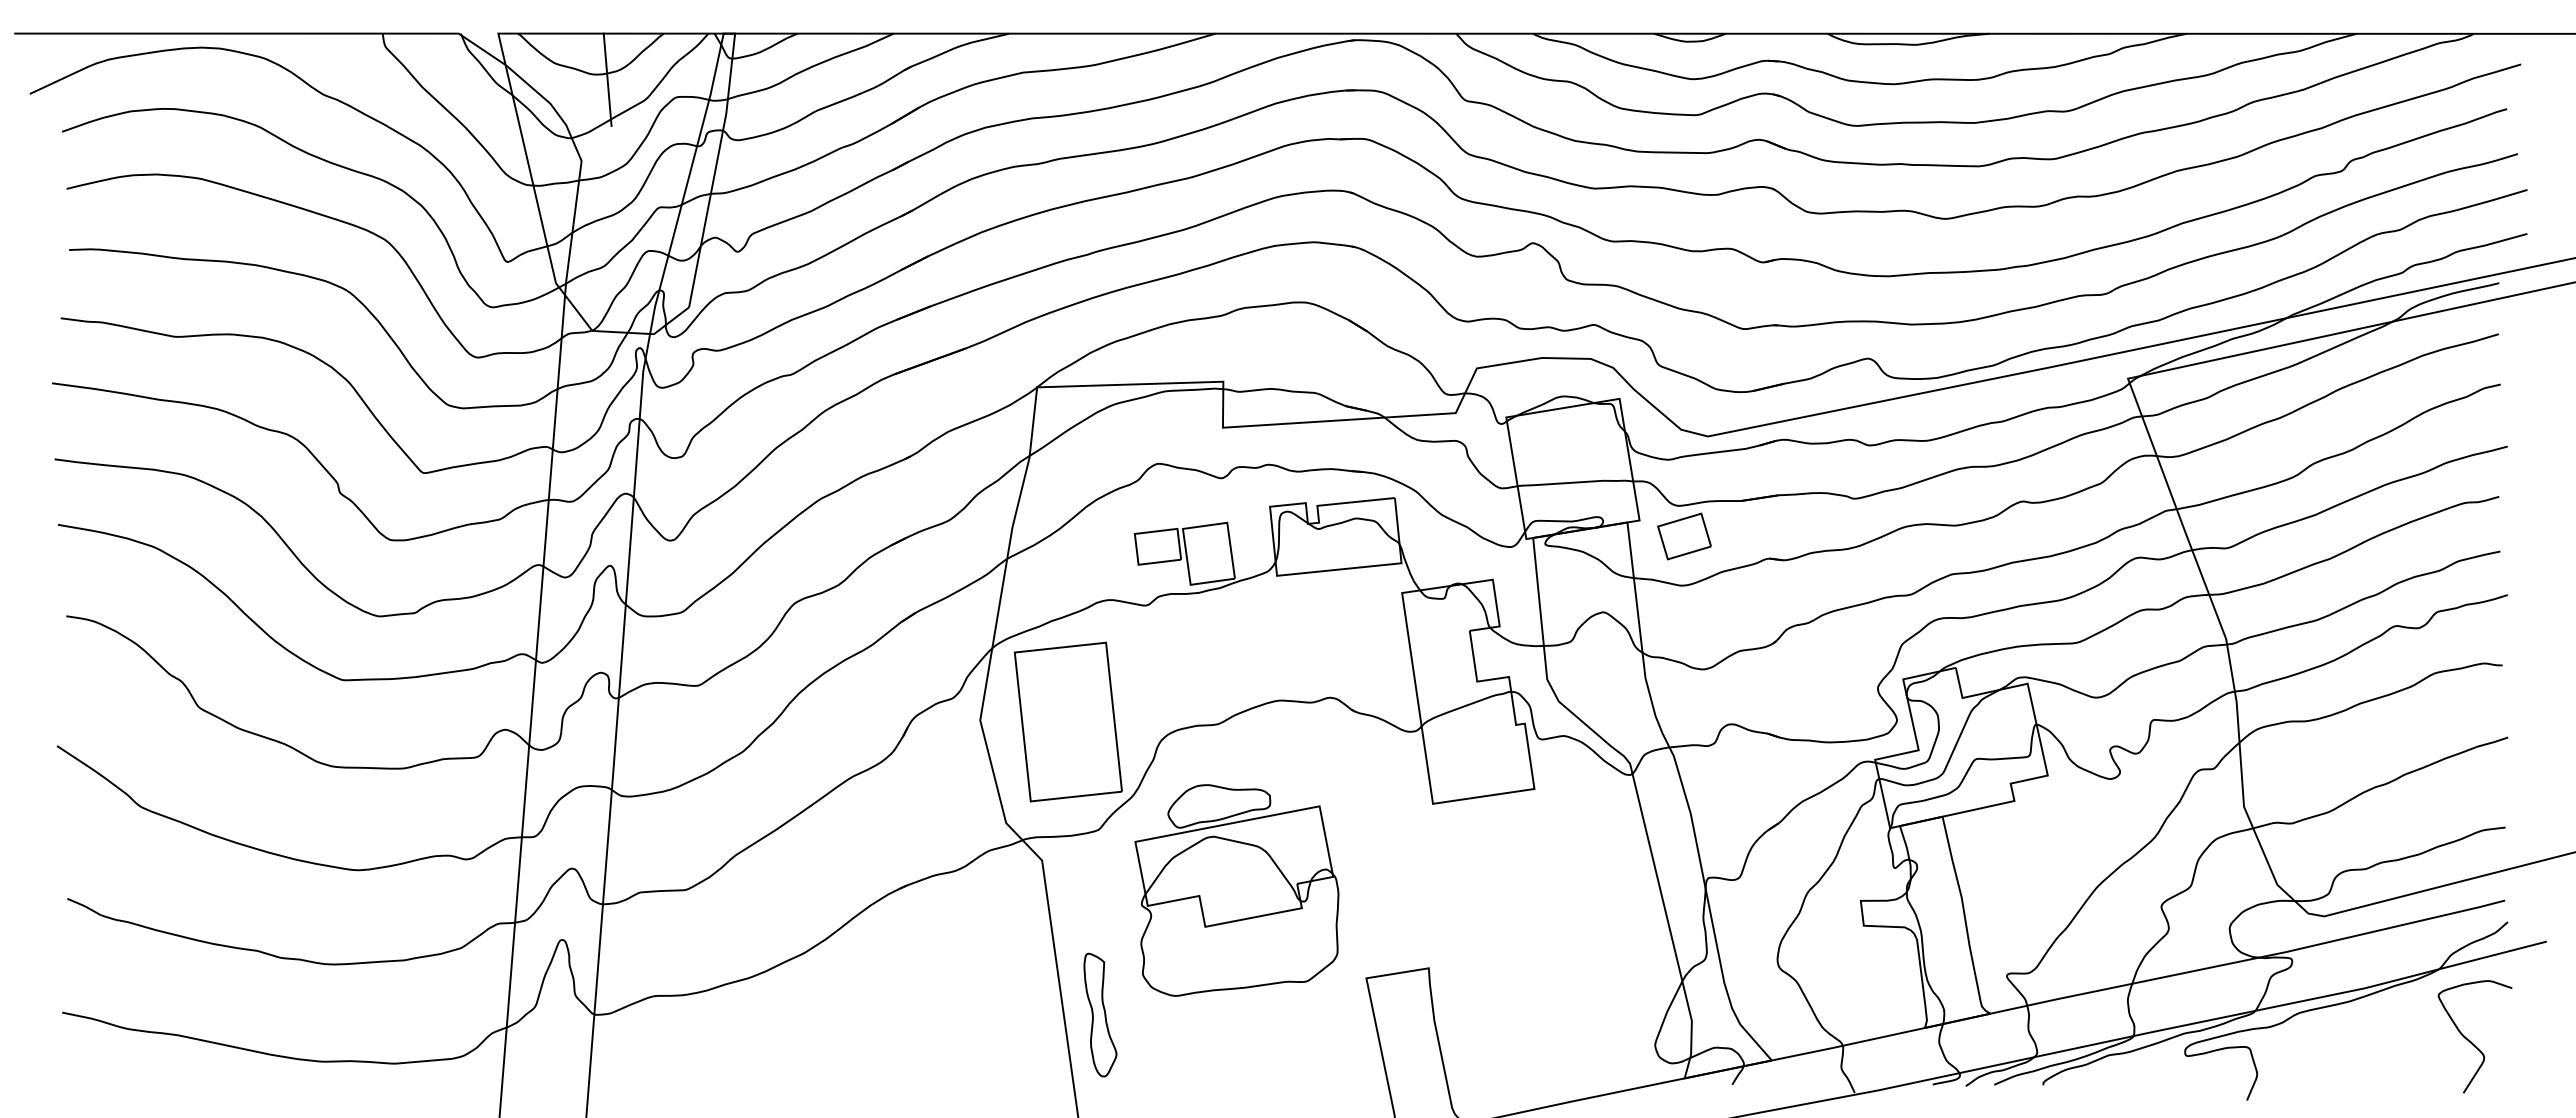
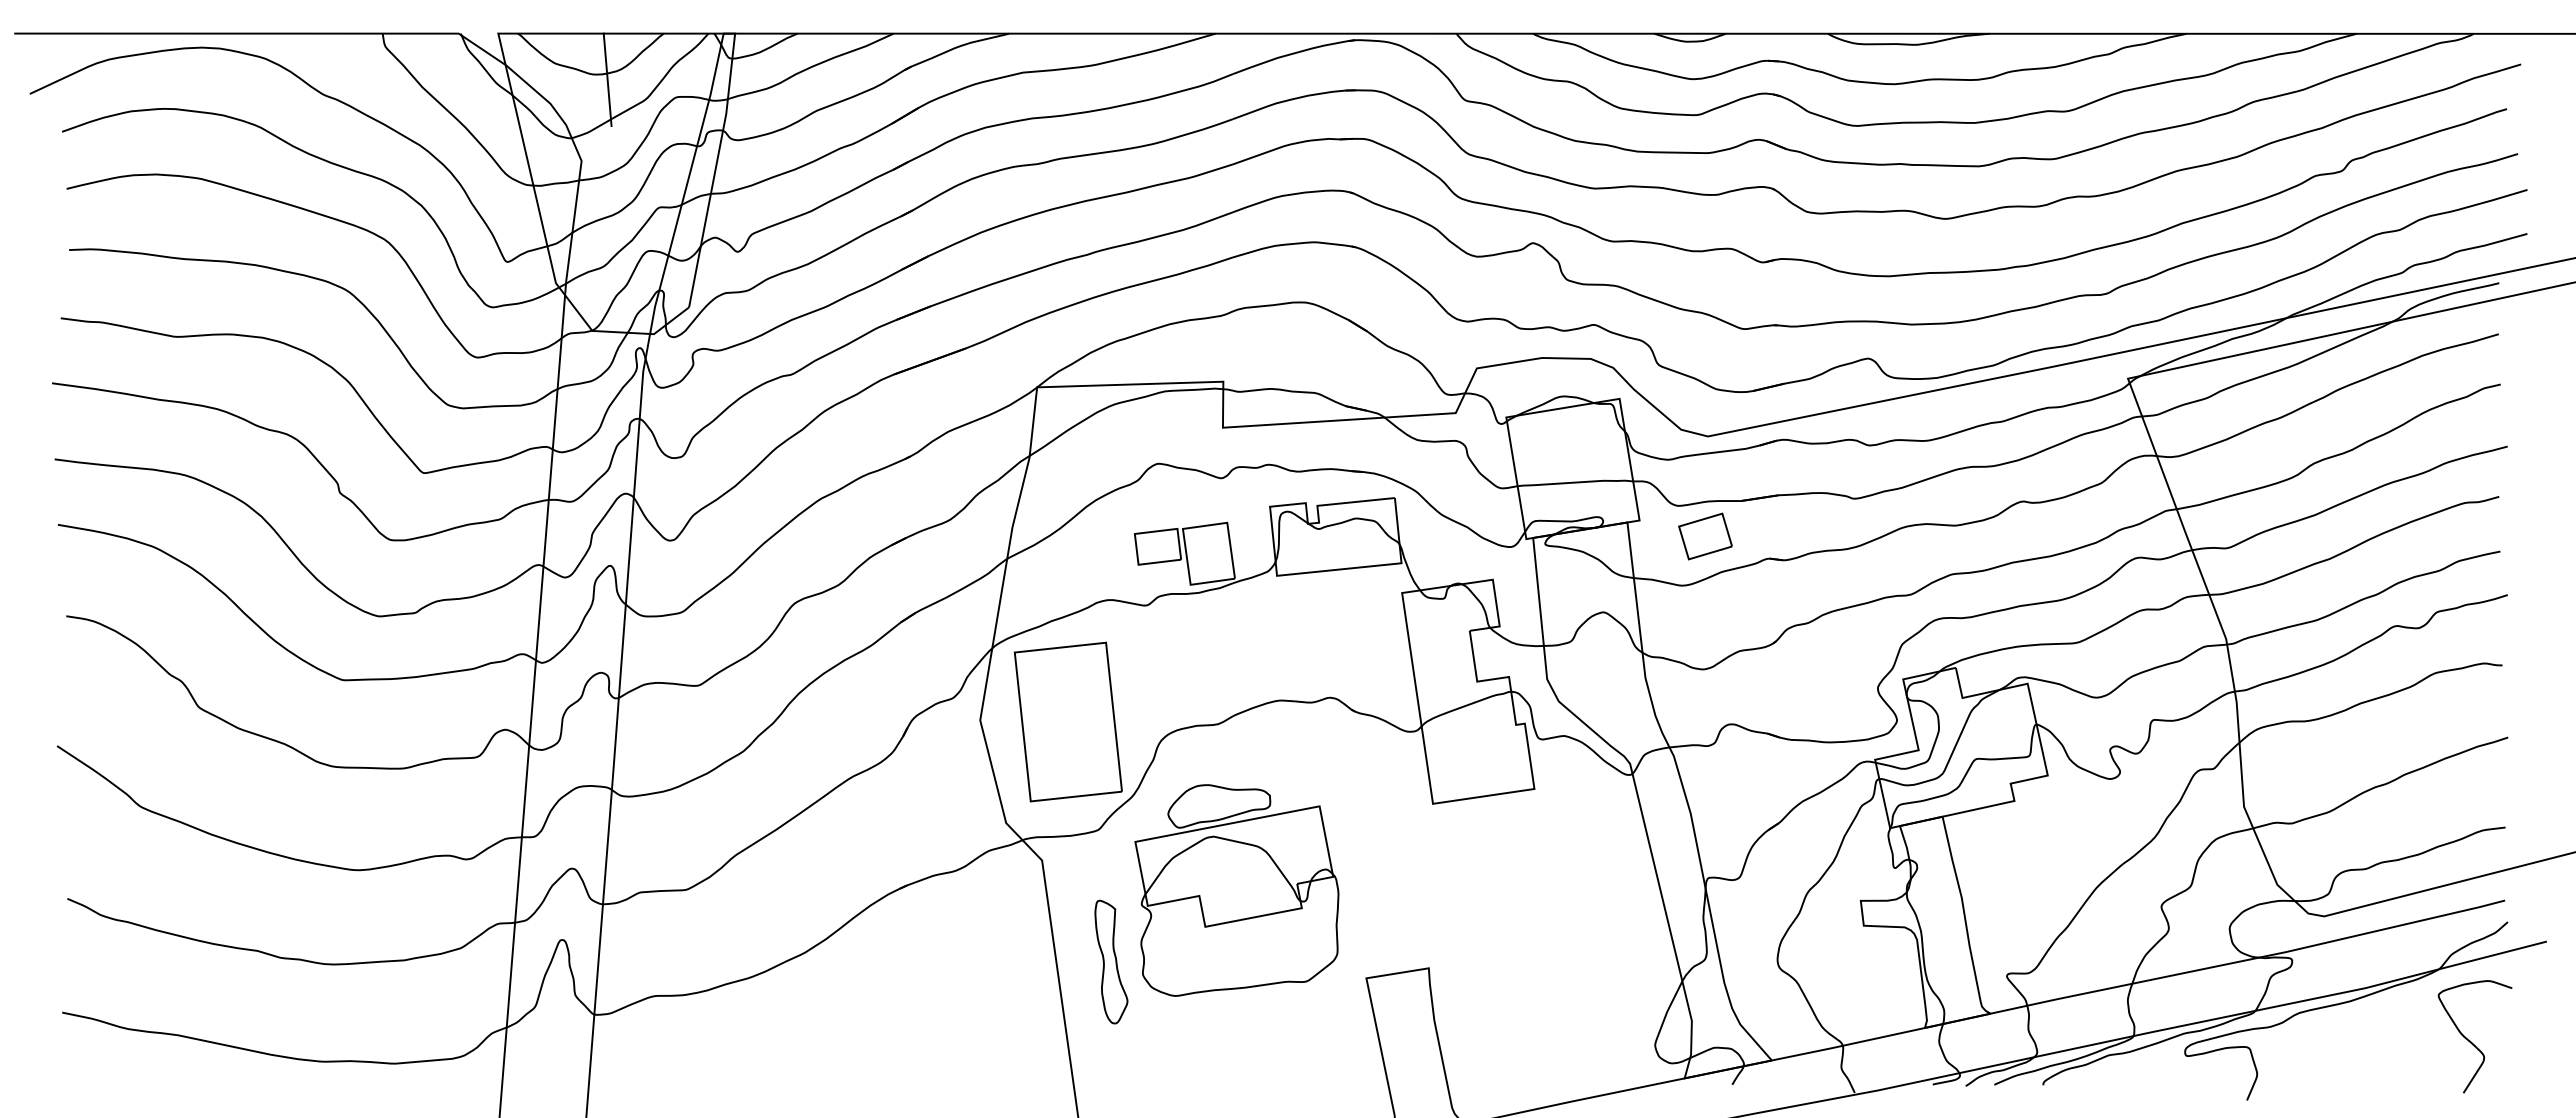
part at (1684, 536) position: (1684, 536) -> (1705, 536)
part at (1100, 1014) position: (1100, 1014) -> (1111, 961)
